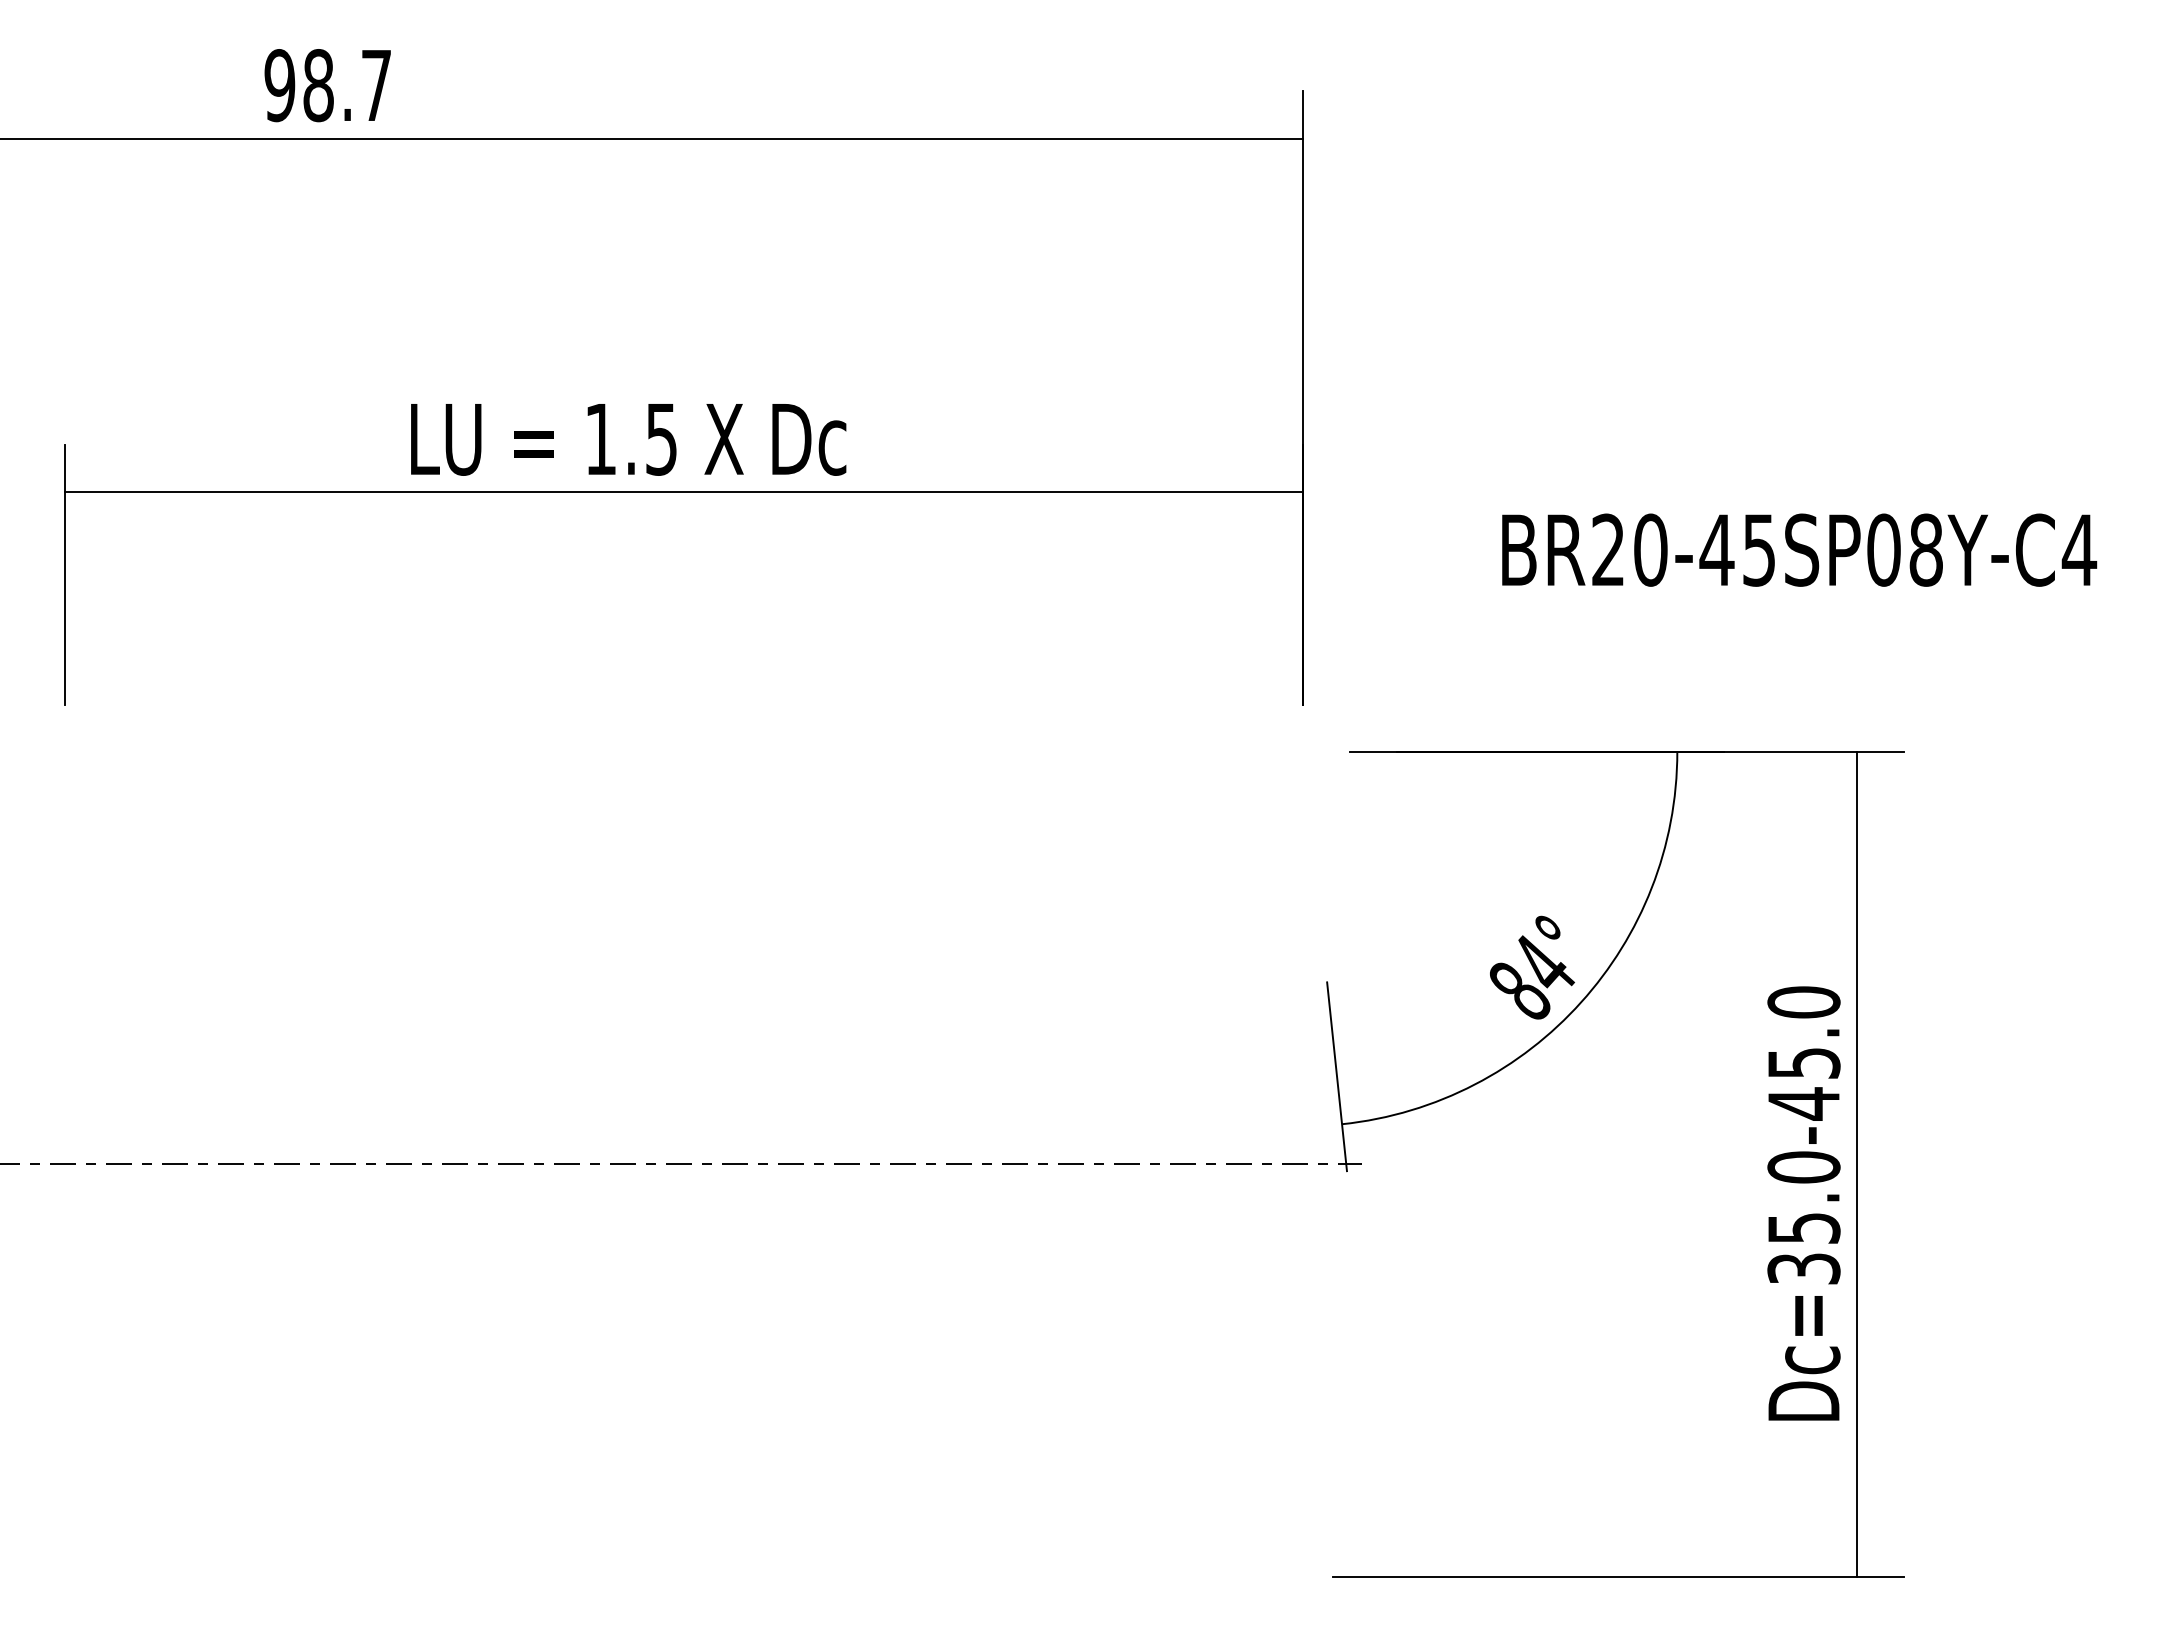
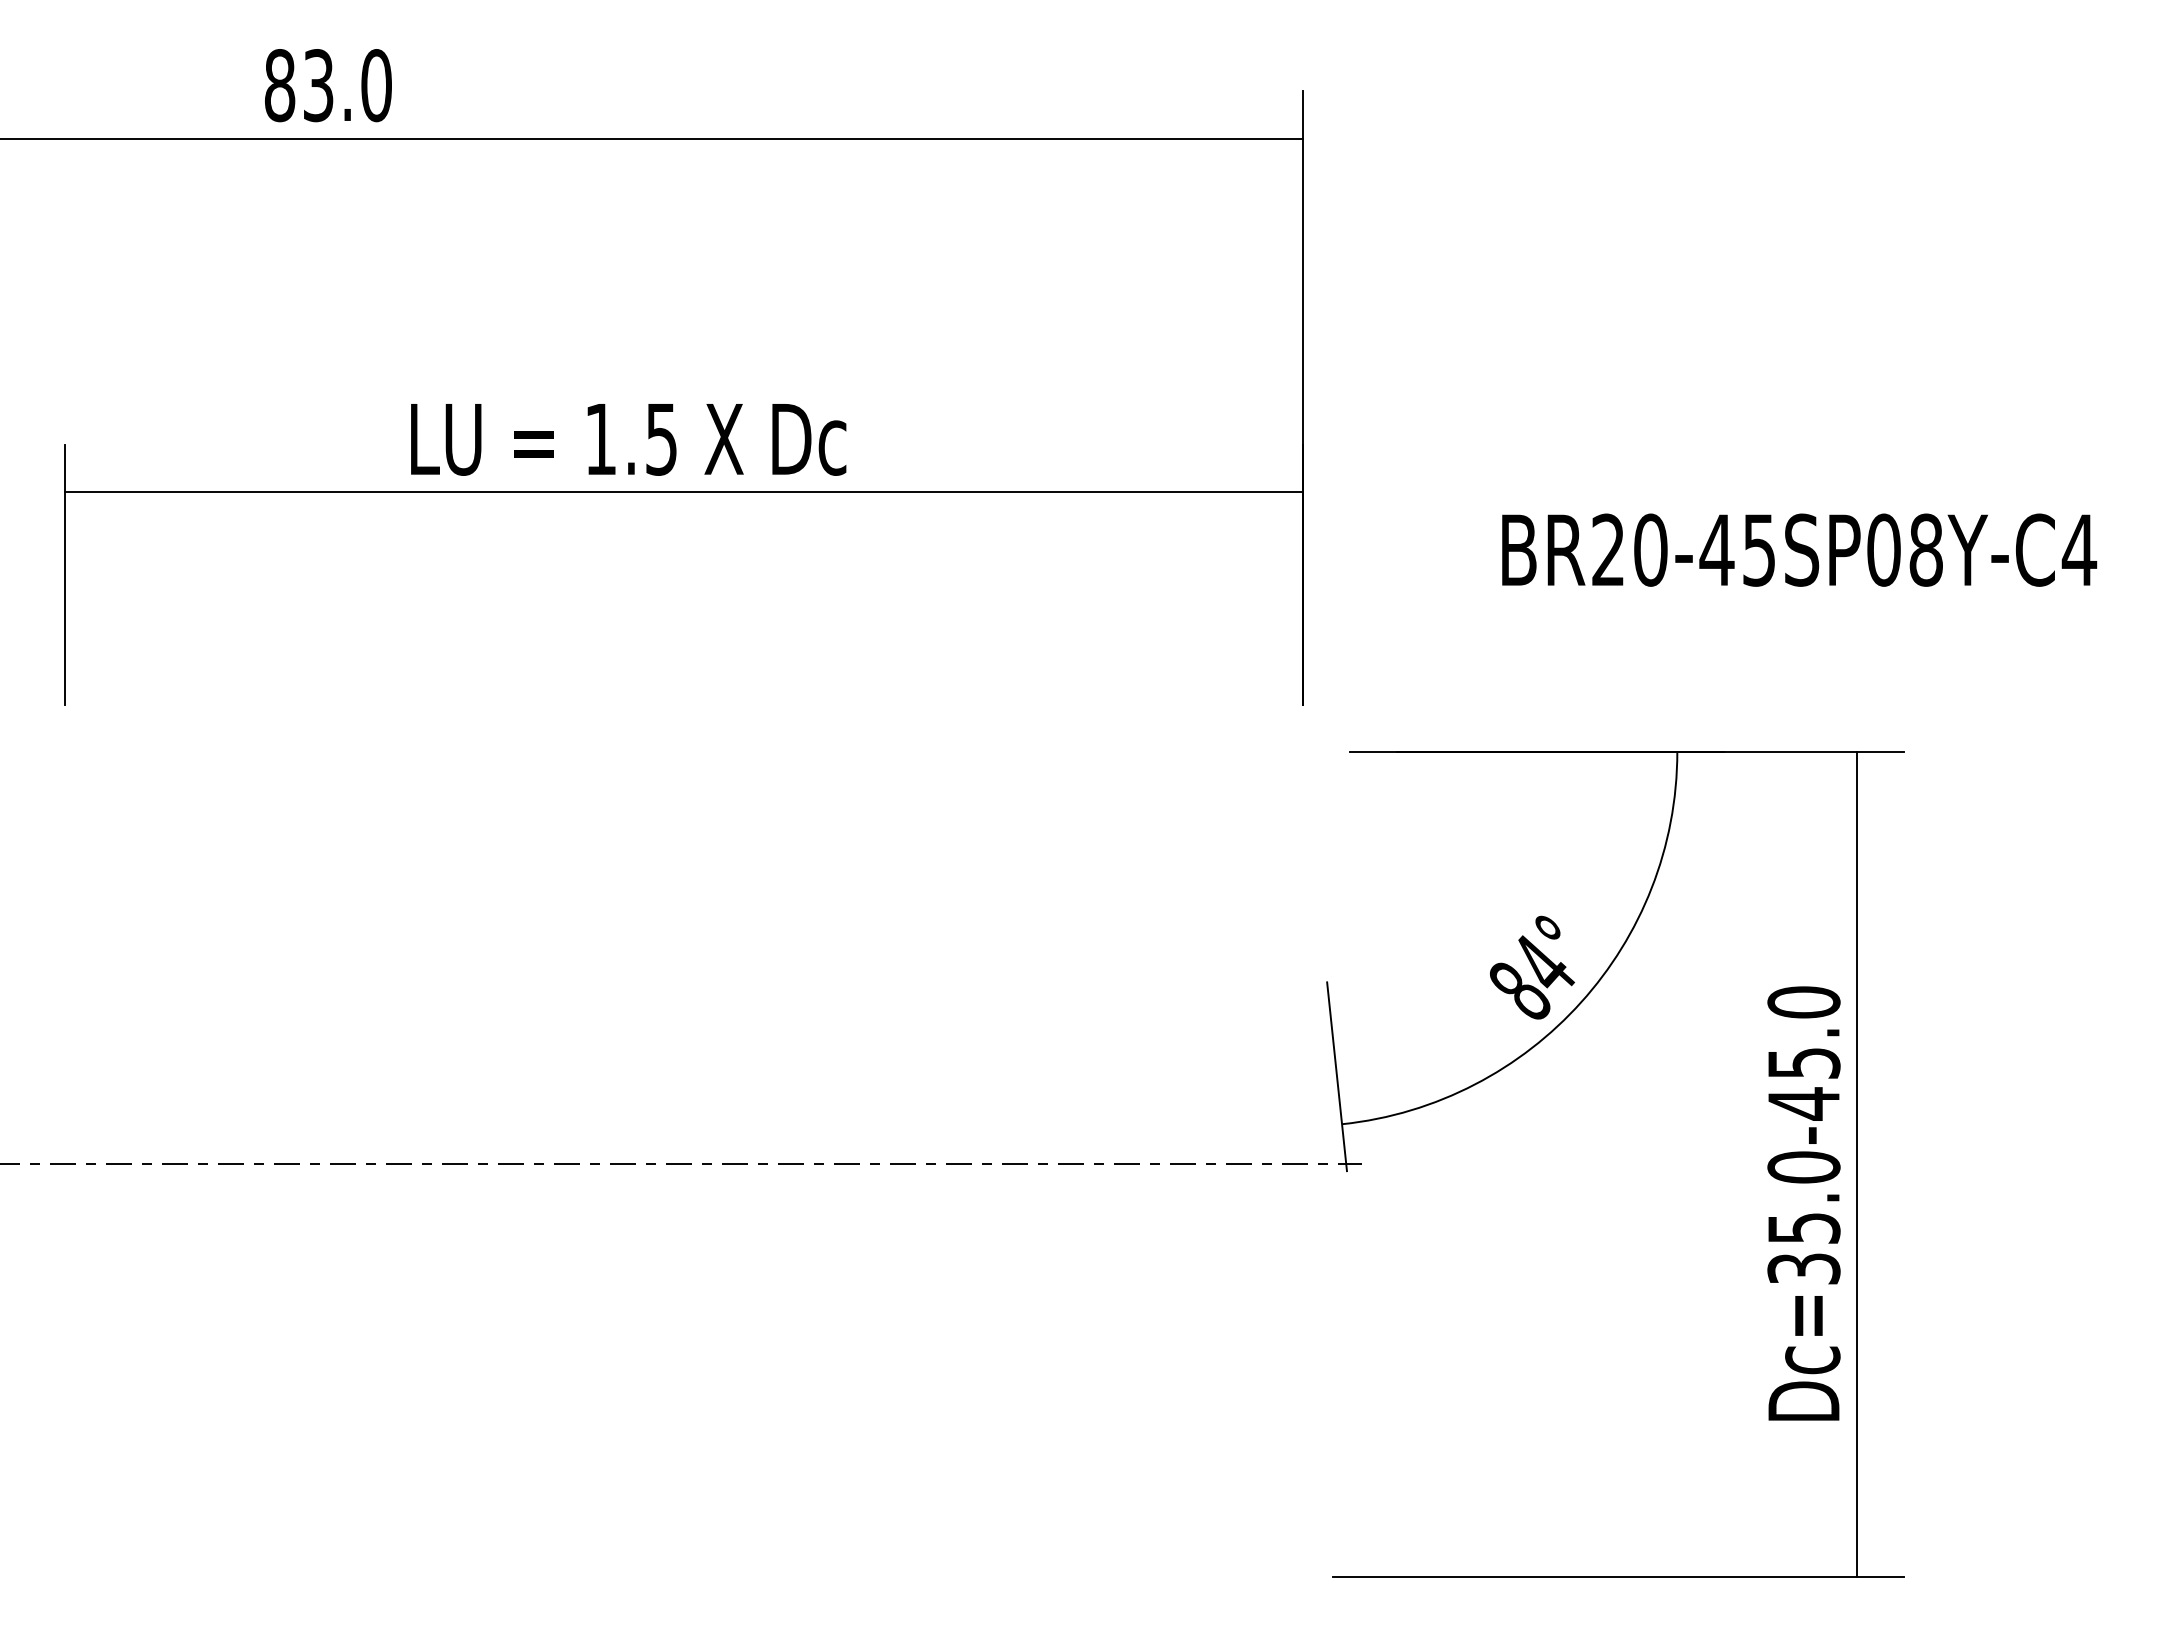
text at (327, 85): 98.7 -> 83.0
